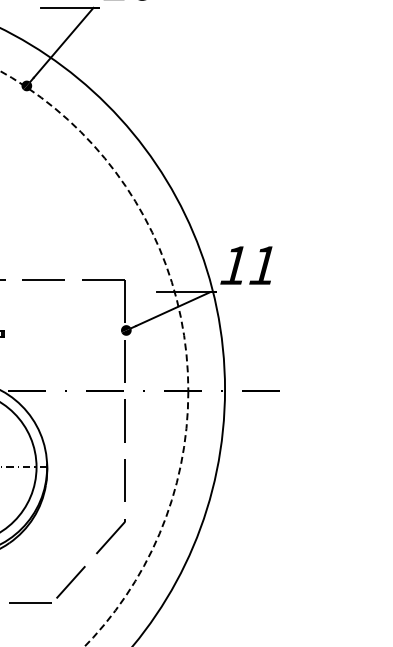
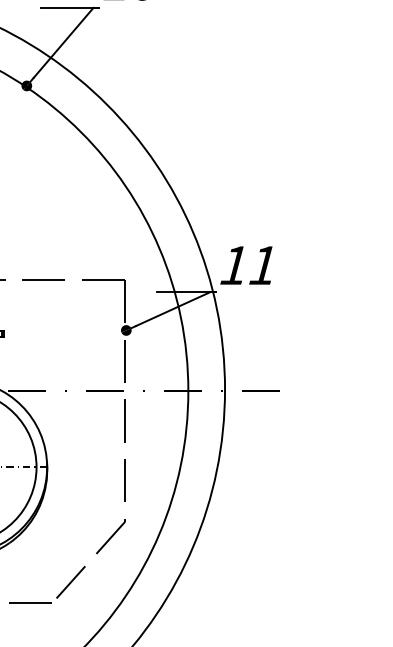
circle at (94, 358): dashed -> solid
